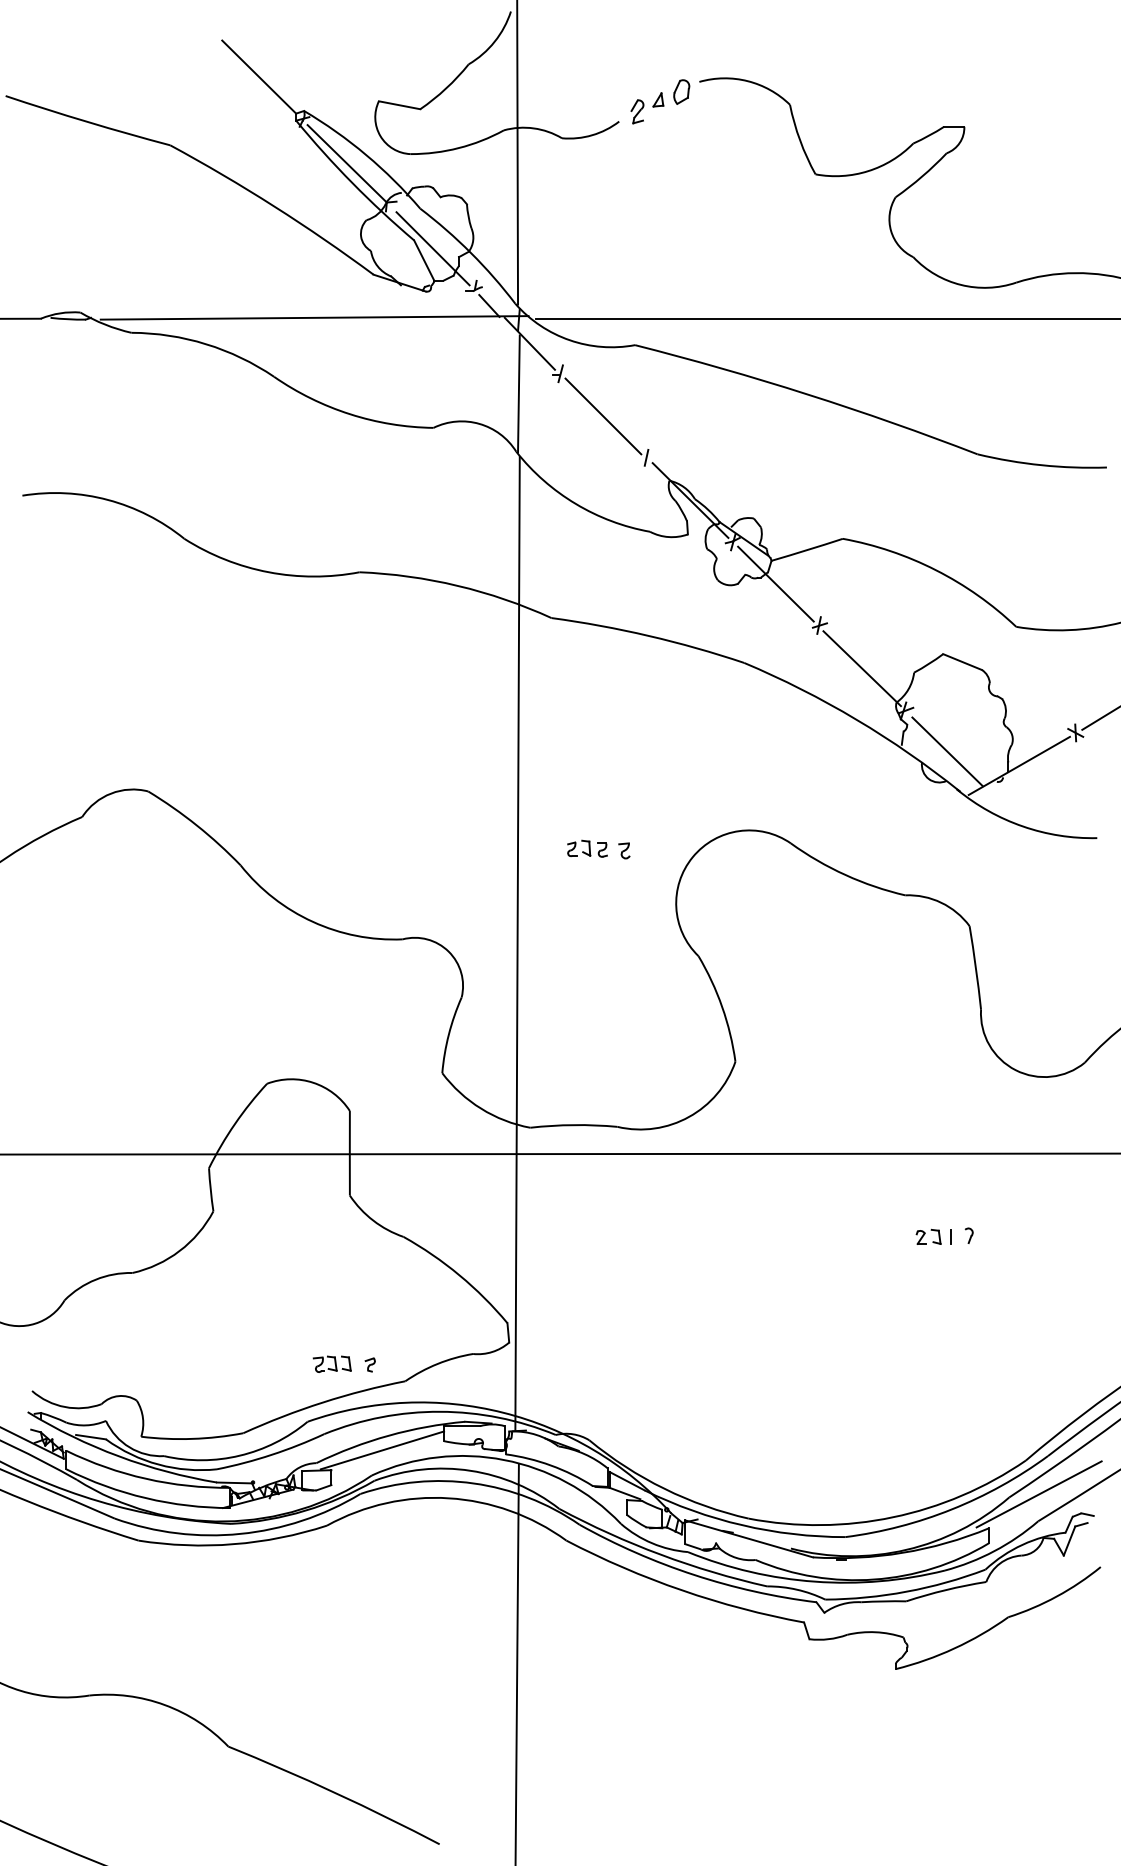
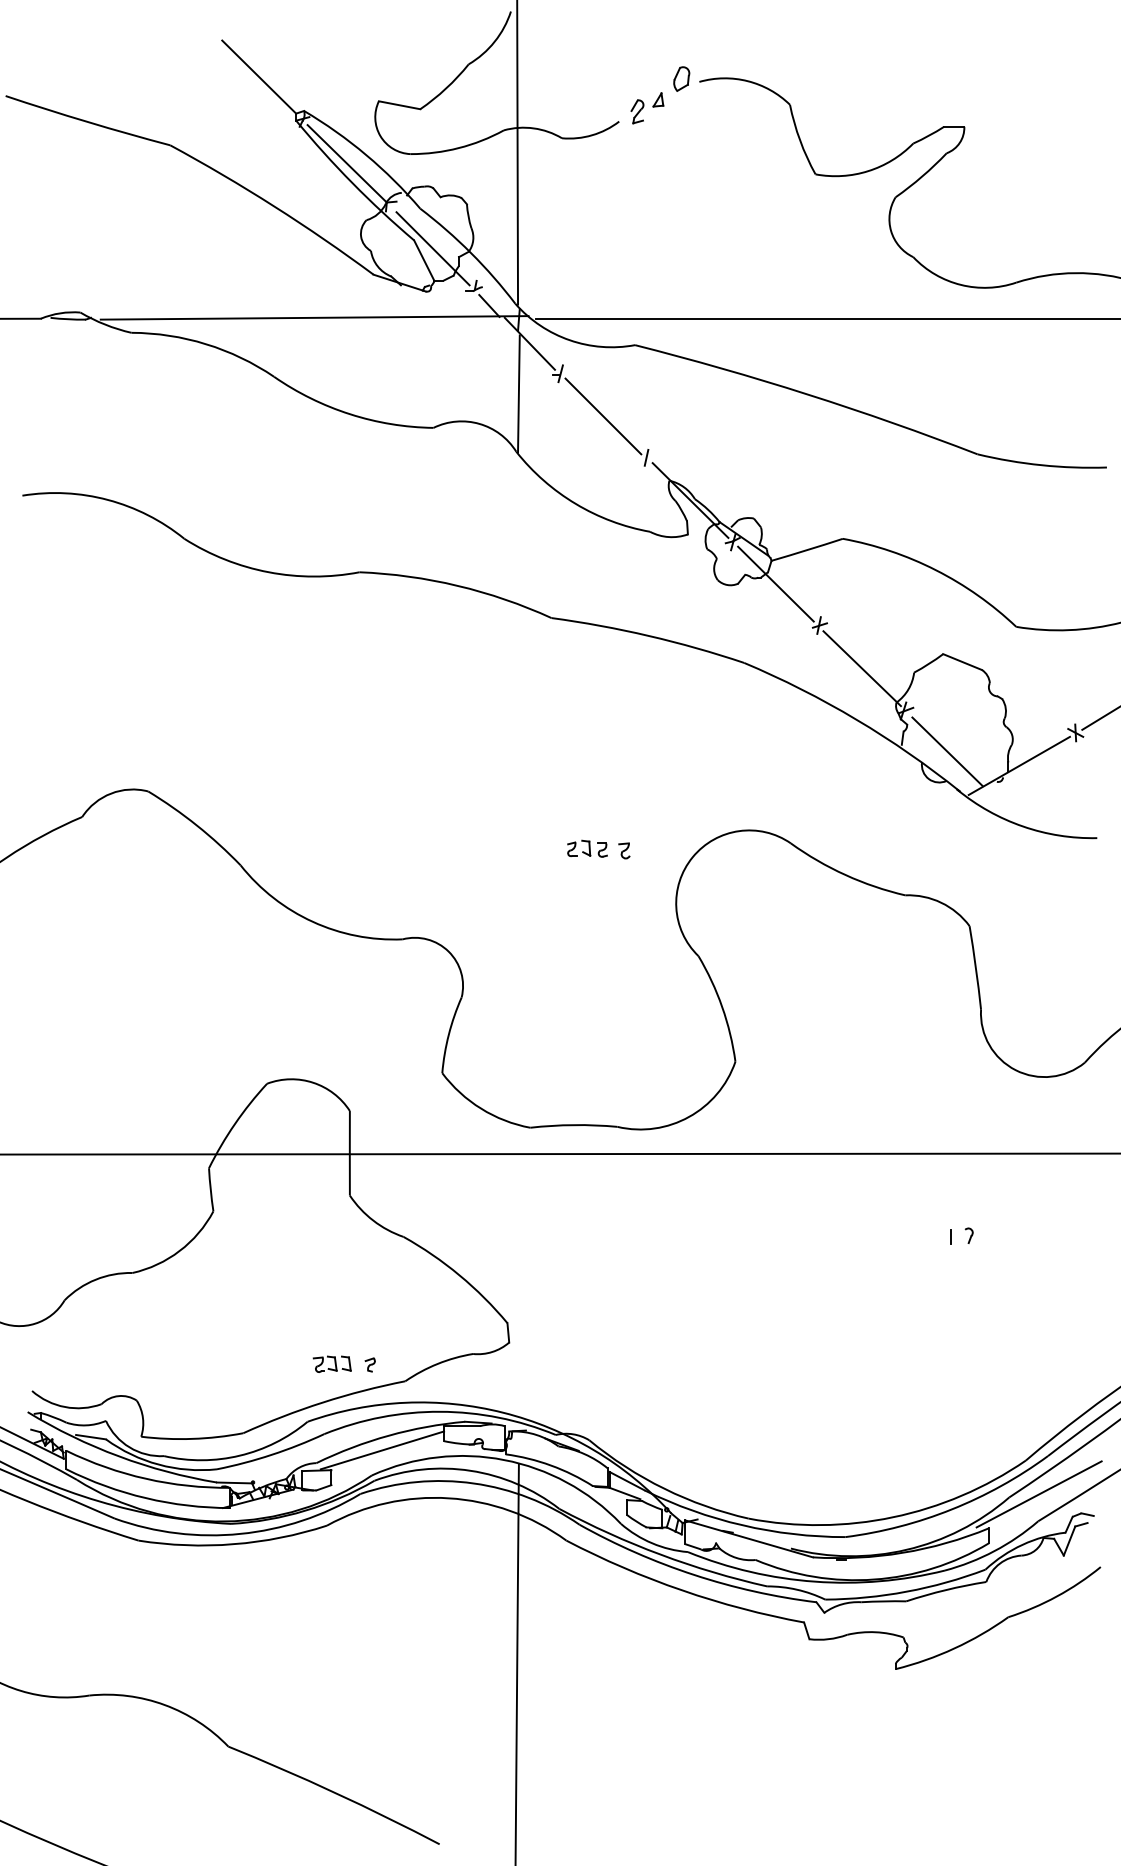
part at (681, 91) position: (681, 91) -> (681, 78)
line at (517, 942): present -> none
part at (928, 1236): present -> none
